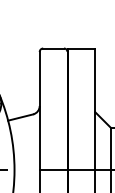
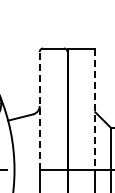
line at (95, 109): solid -> dashed
line at (39, 110): solid -> dashed
